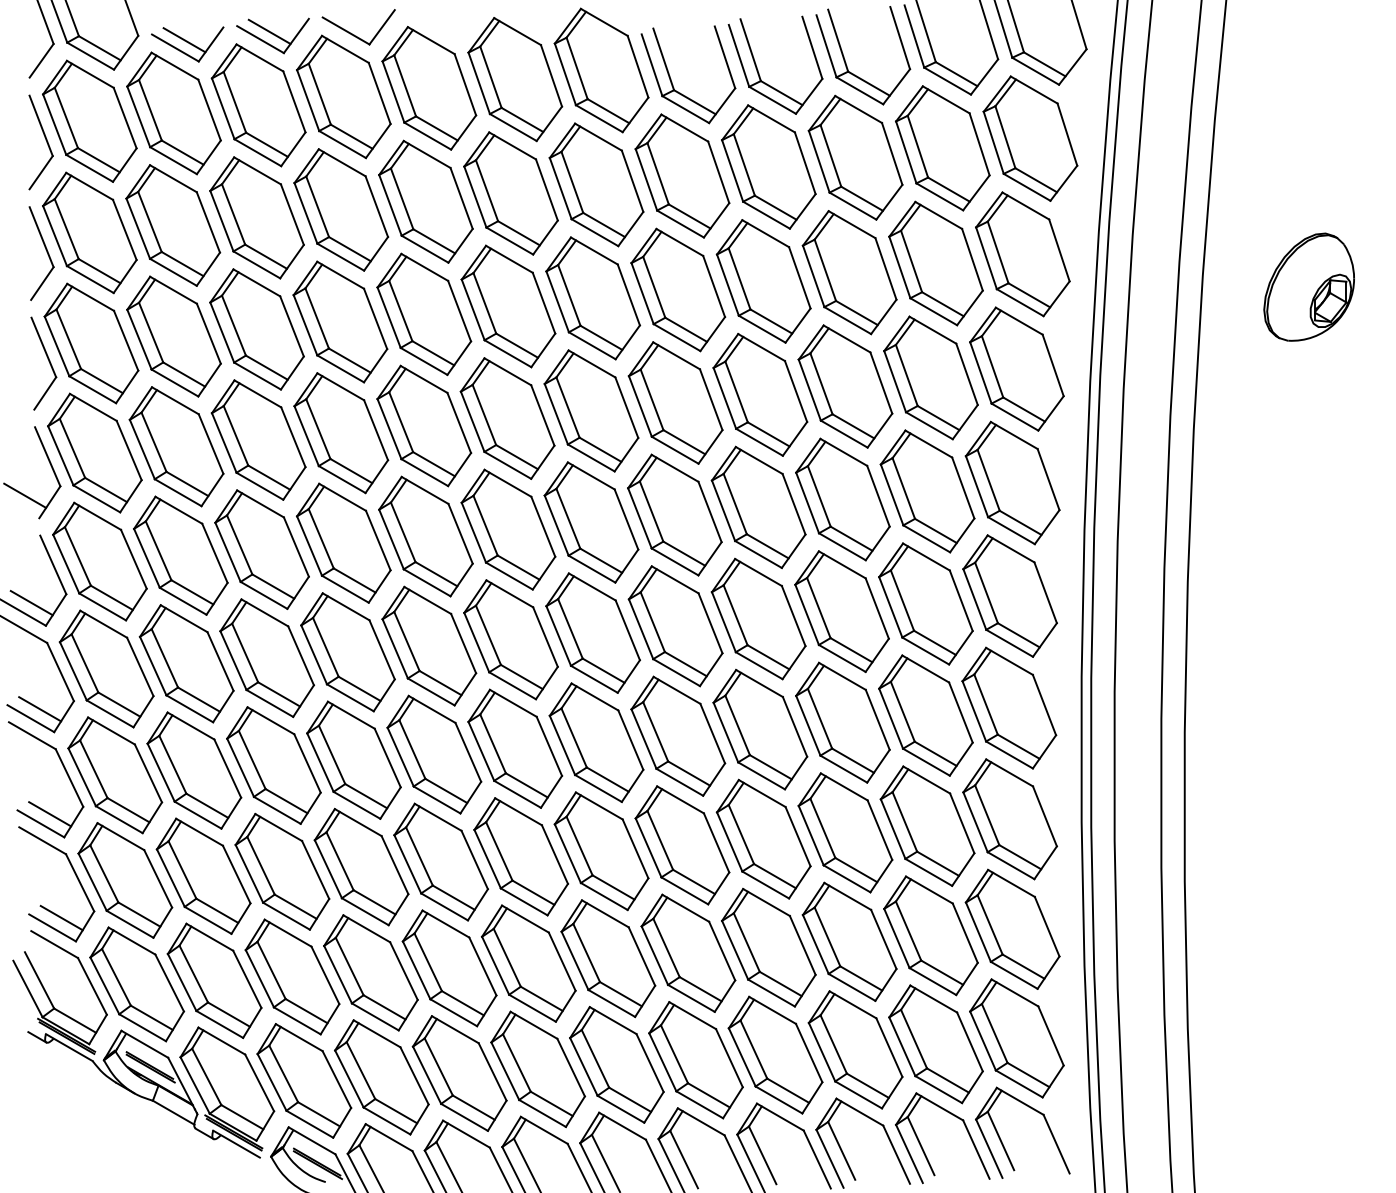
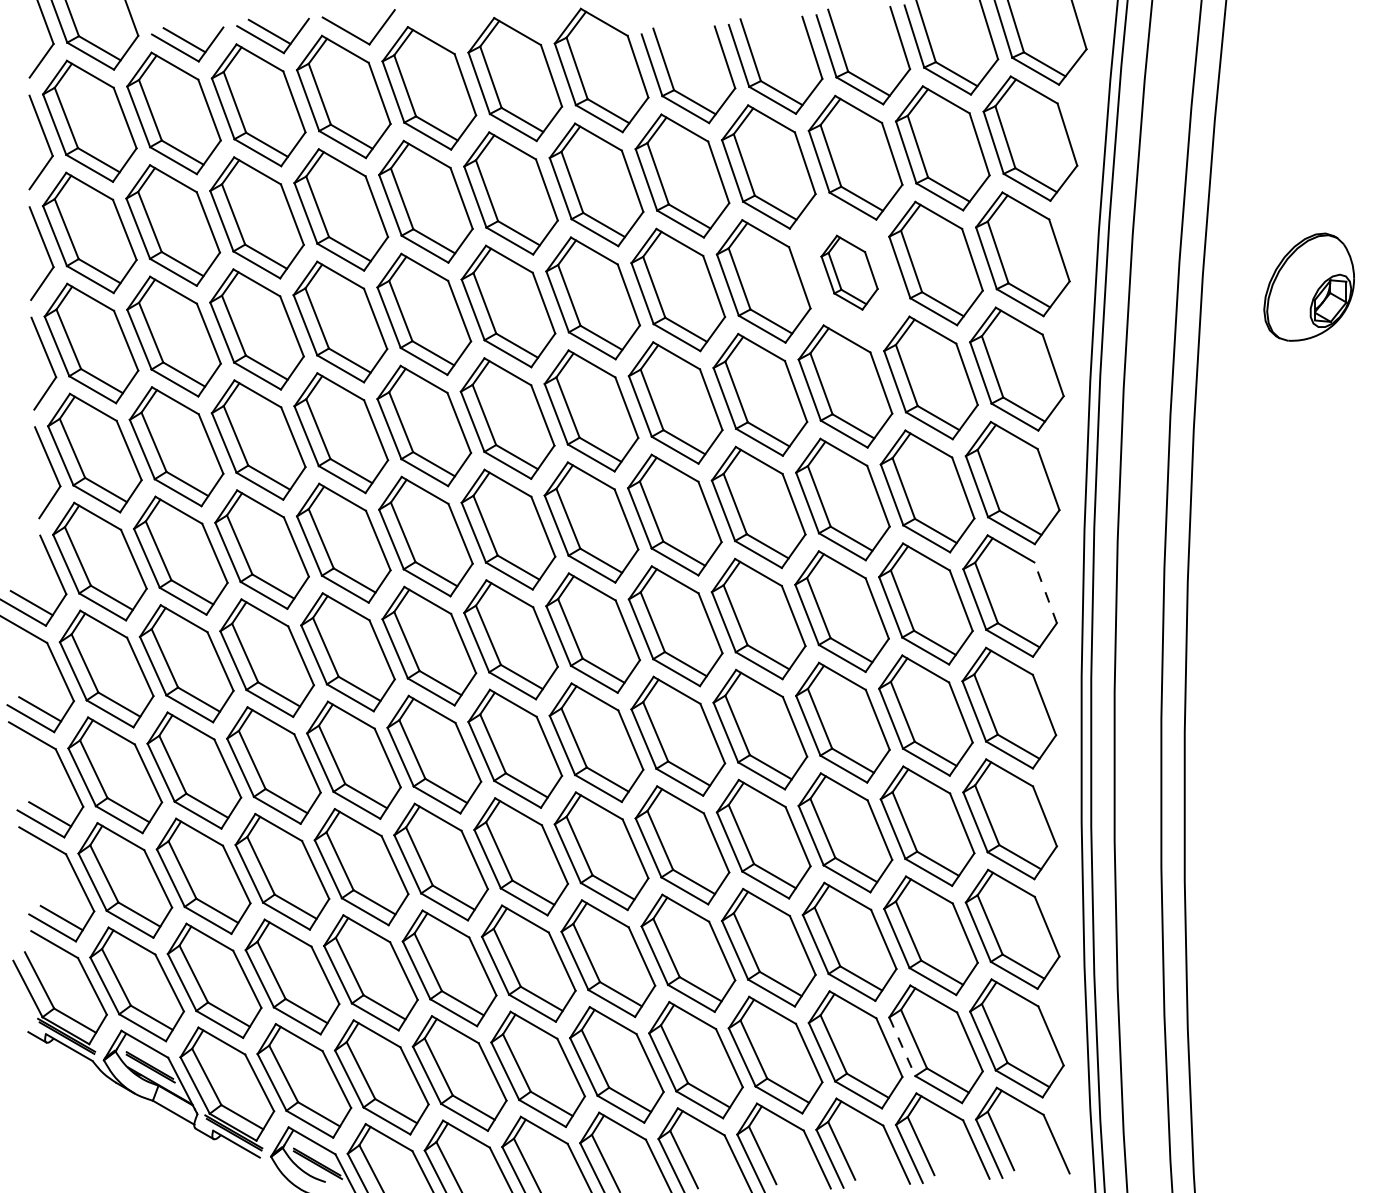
part at (849, 272) size: 97x126 px -> 59x77 px
line at (25, 495): present -> none
line at (1045, 592): solid -> dashed
line at (902, 1047): solid -> dashed
